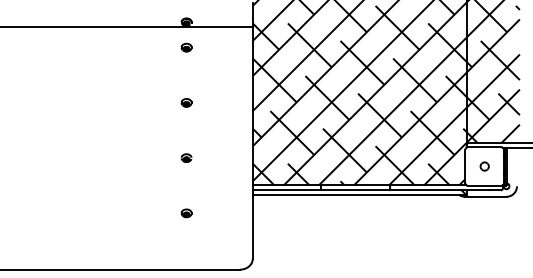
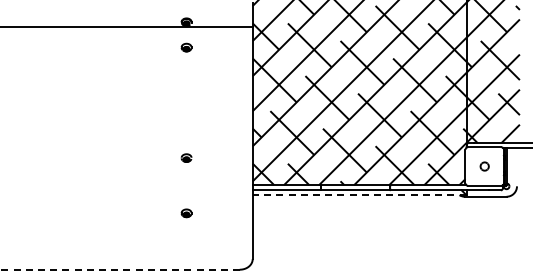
part at (186, 102): present -> none
line at (359, 195): solid -> dashed
line at (120, 269): solid -> dashed
